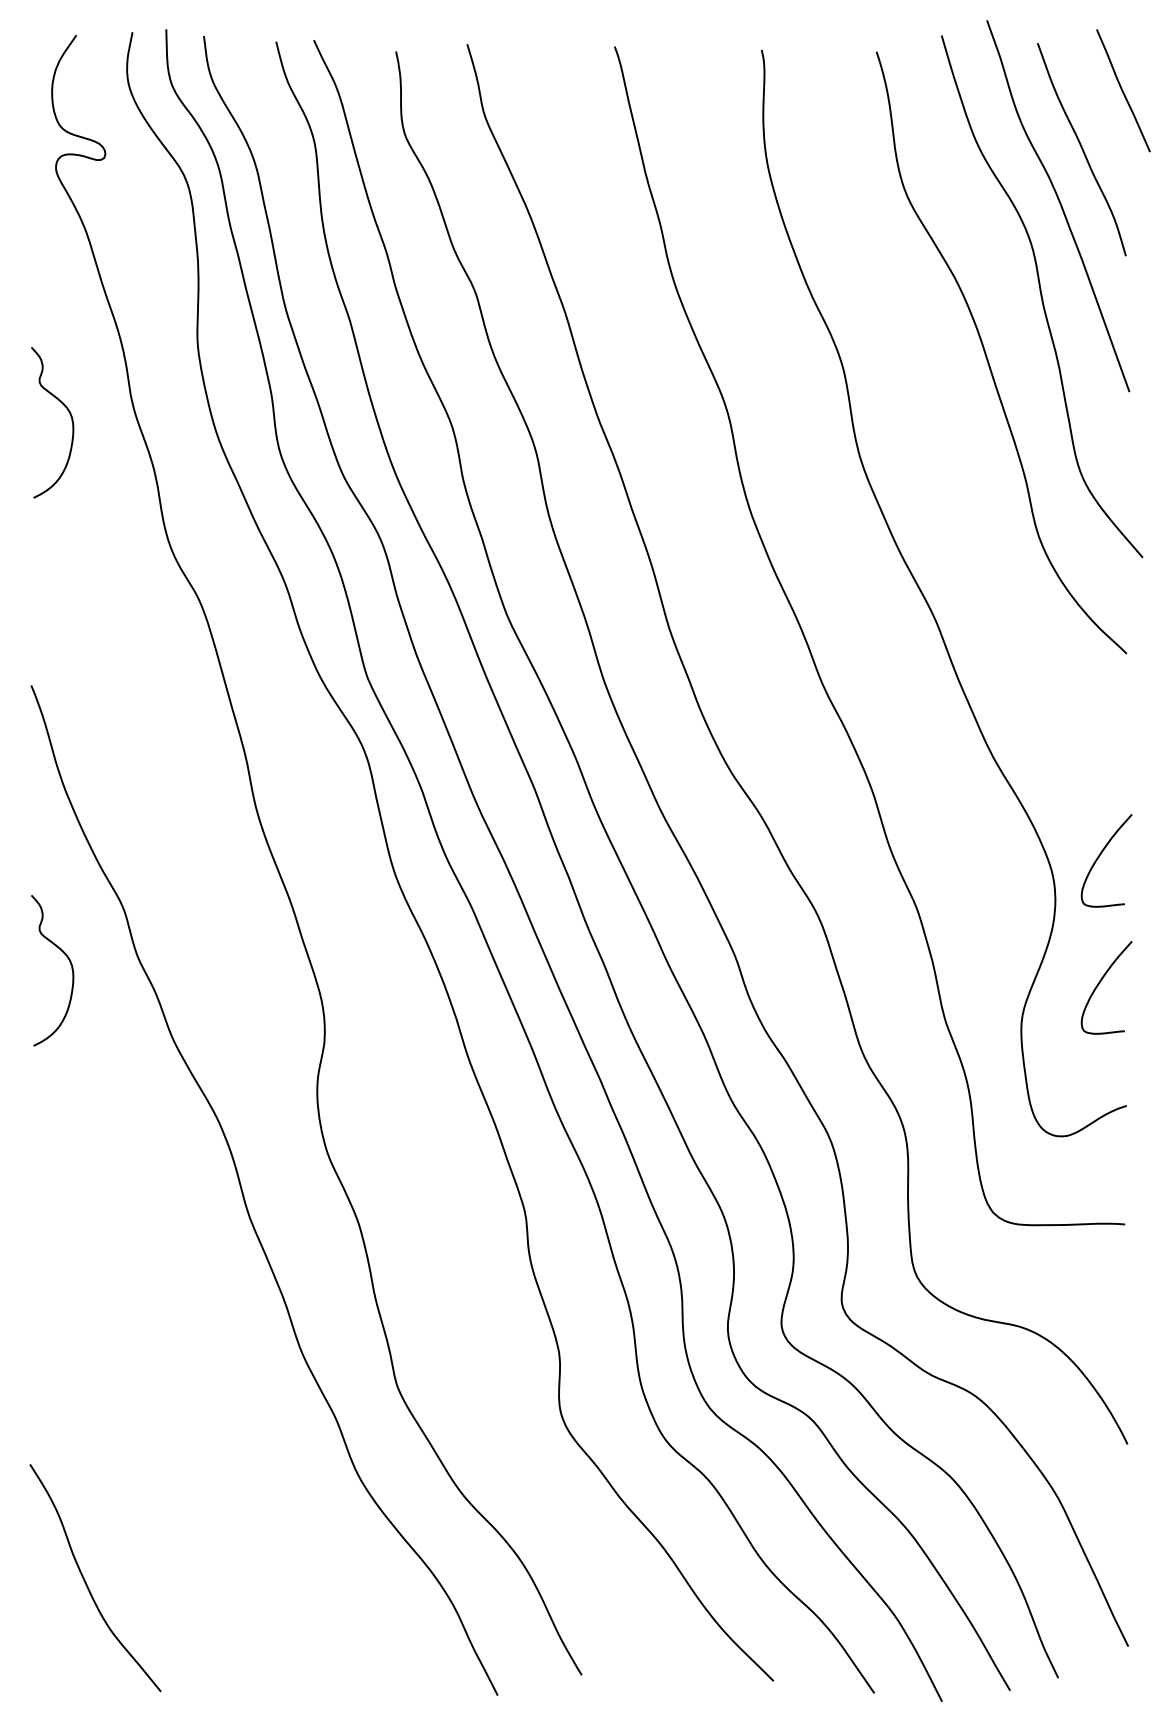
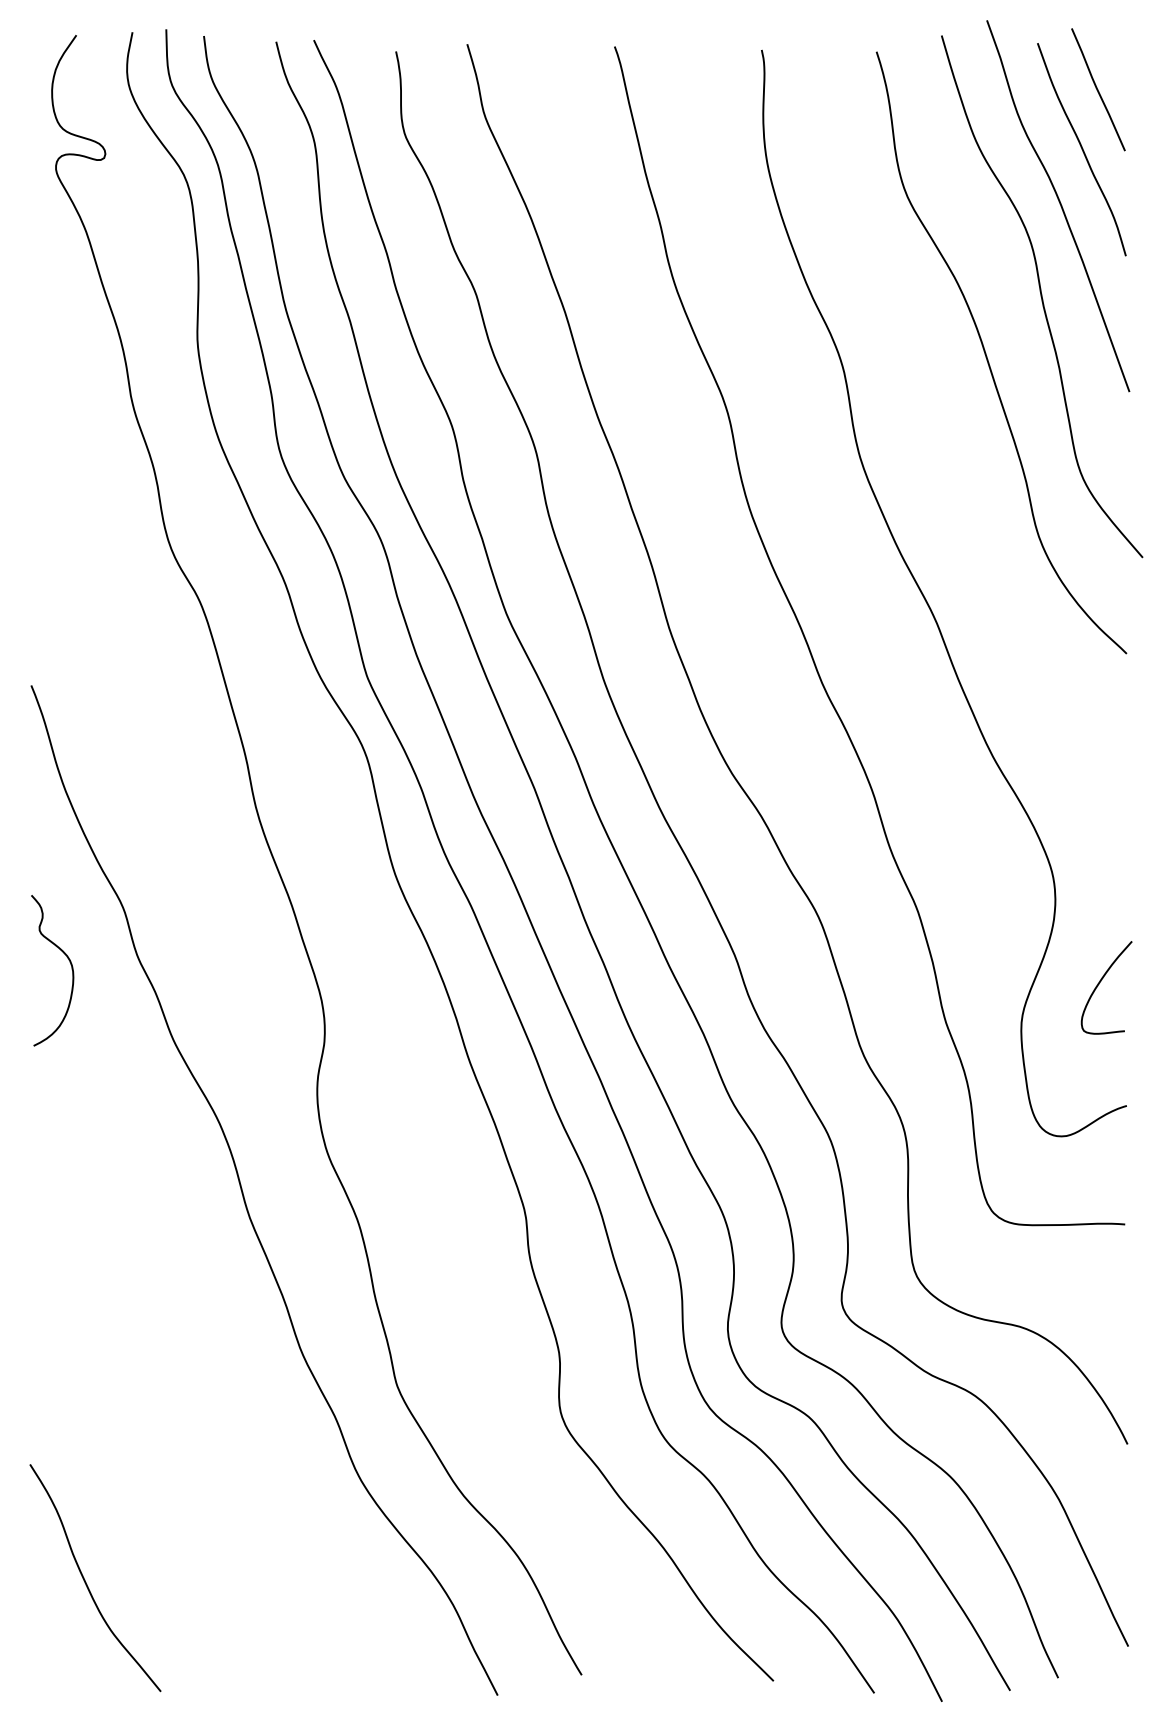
curve at (1123, 90) position: (1123, 90) -> (1098, 89)
curve at (70, 417): present -> none
curve at (1099, 857): present -> none
